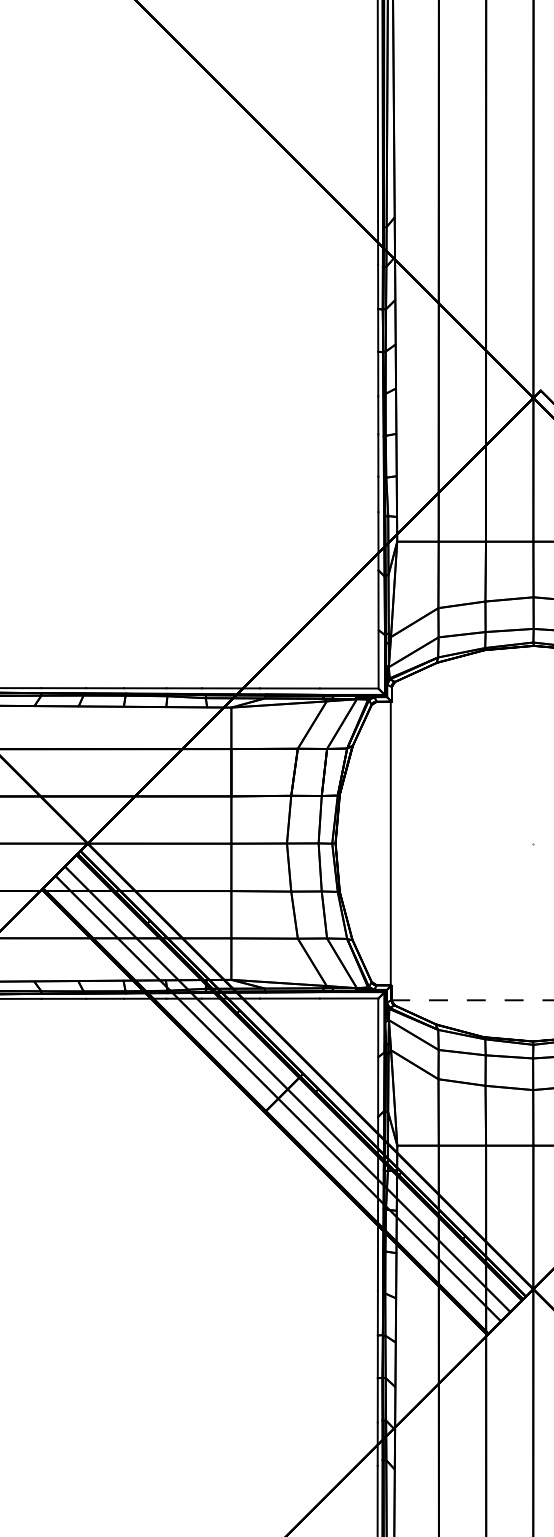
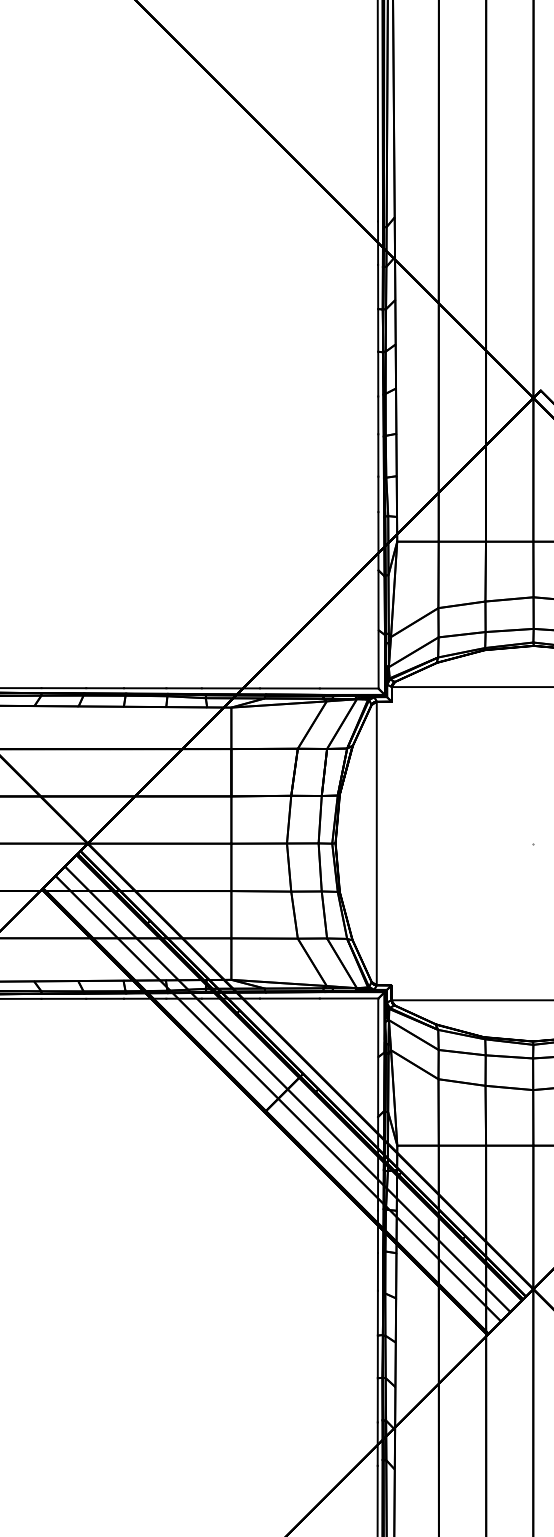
line at (470, 687): none -> present
line at (390, 843) position: (390, 843) -> (376, 843)
line at (472, 1000): dashed -> solid
